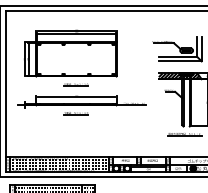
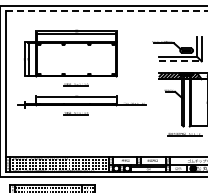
line at (106, 10): solid -> dashed
line at (180, 61): solid -> dashed
